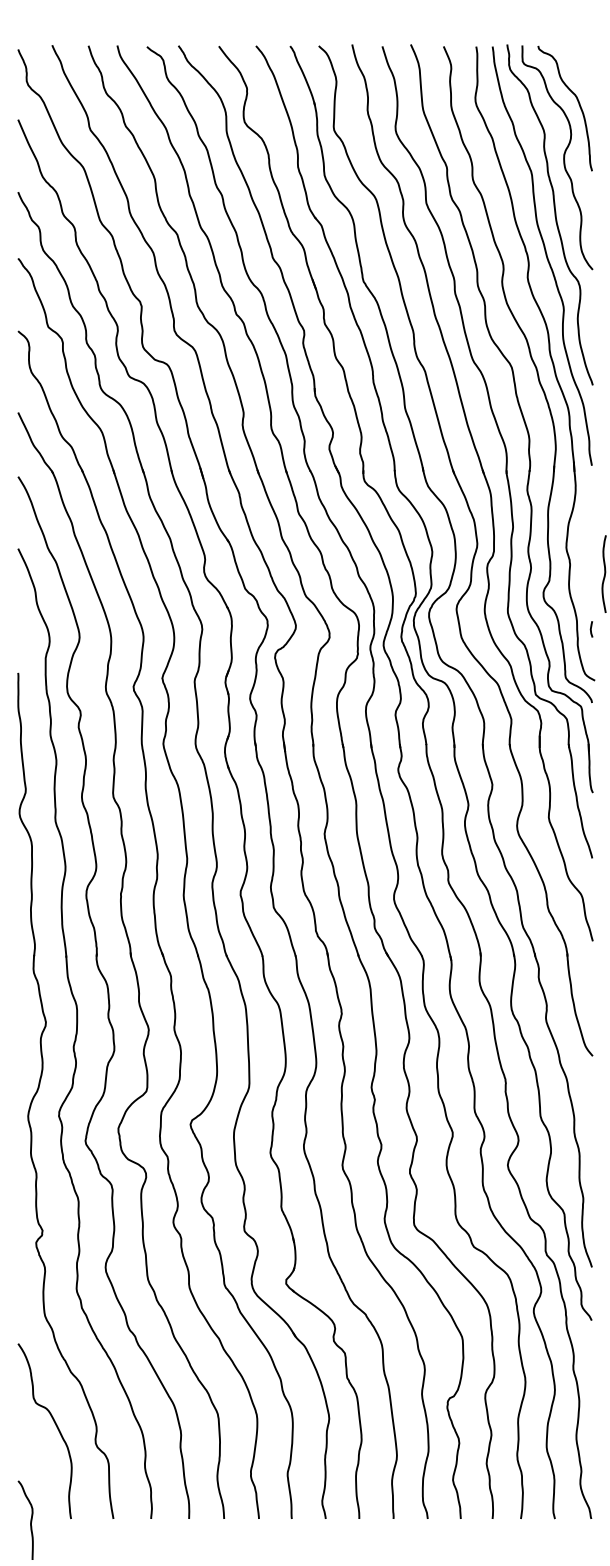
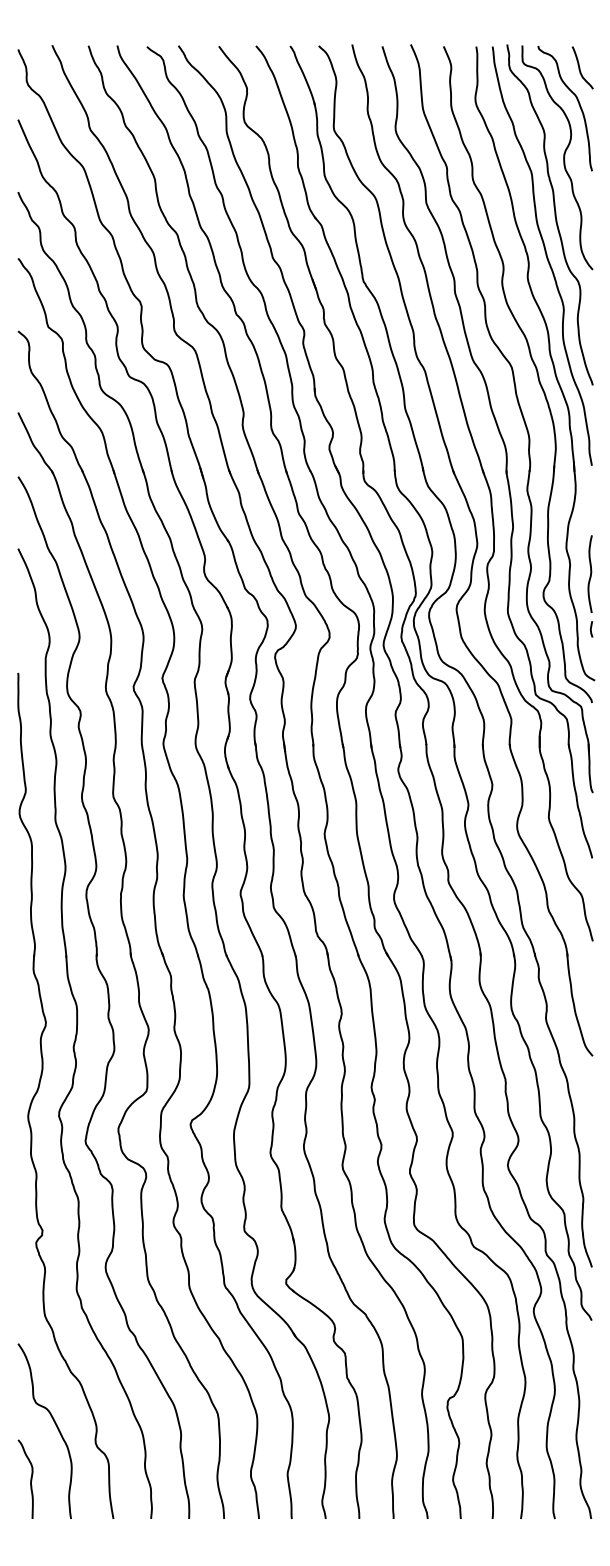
curve at (580, 67): none -> present
curve at (604, 573) position: (604, 573) -> (590, 573)
curve at (30, 1519) position: (30, 1519) -> (30, 1478)
